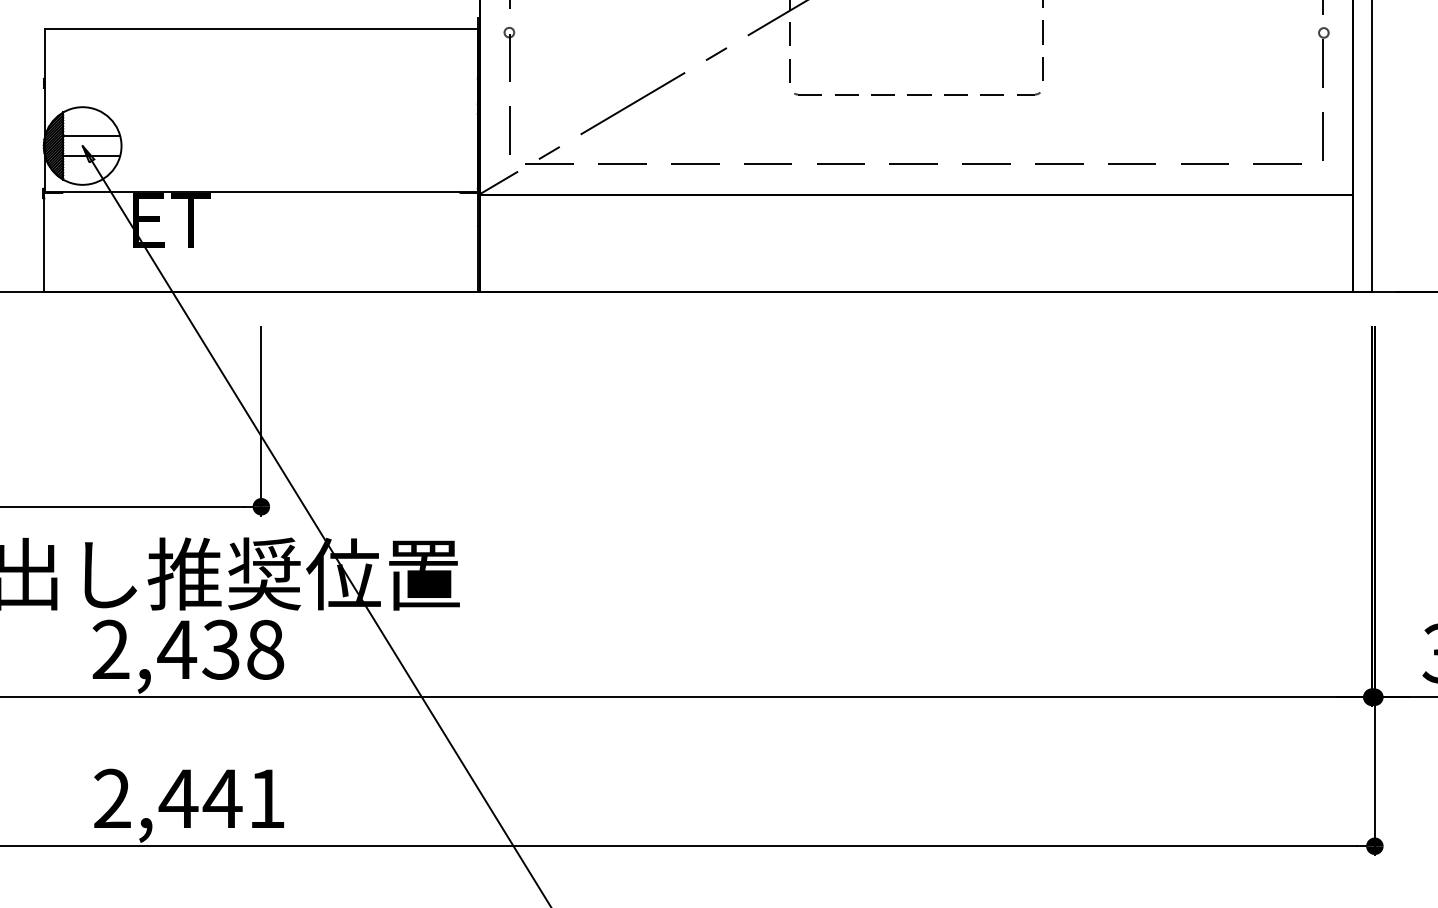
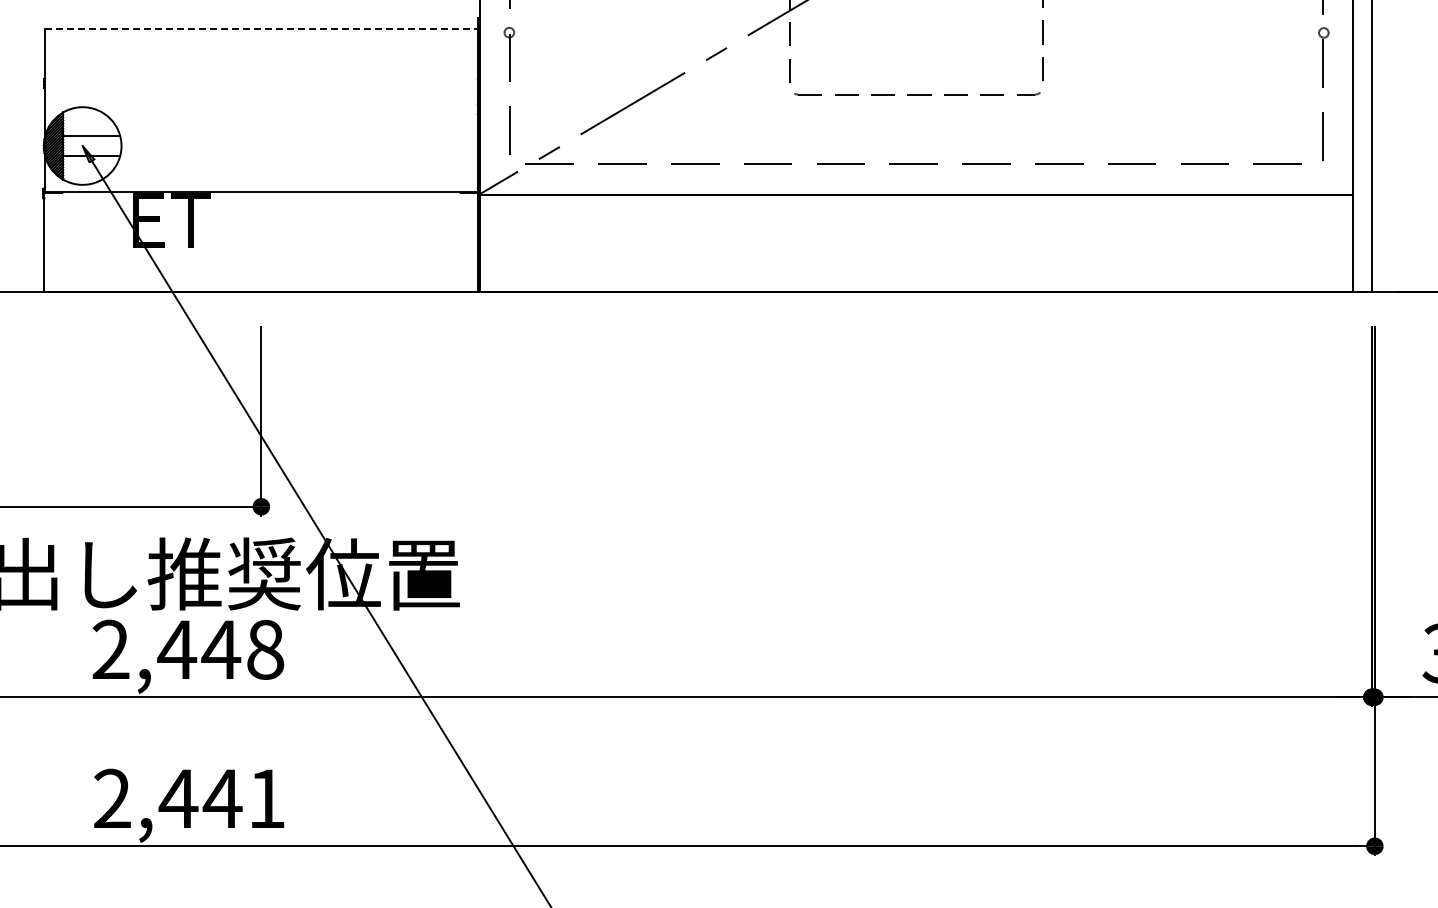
line at (261, 28): solid -> dashed
text at (221, 649): 2,438 -> 2,448
